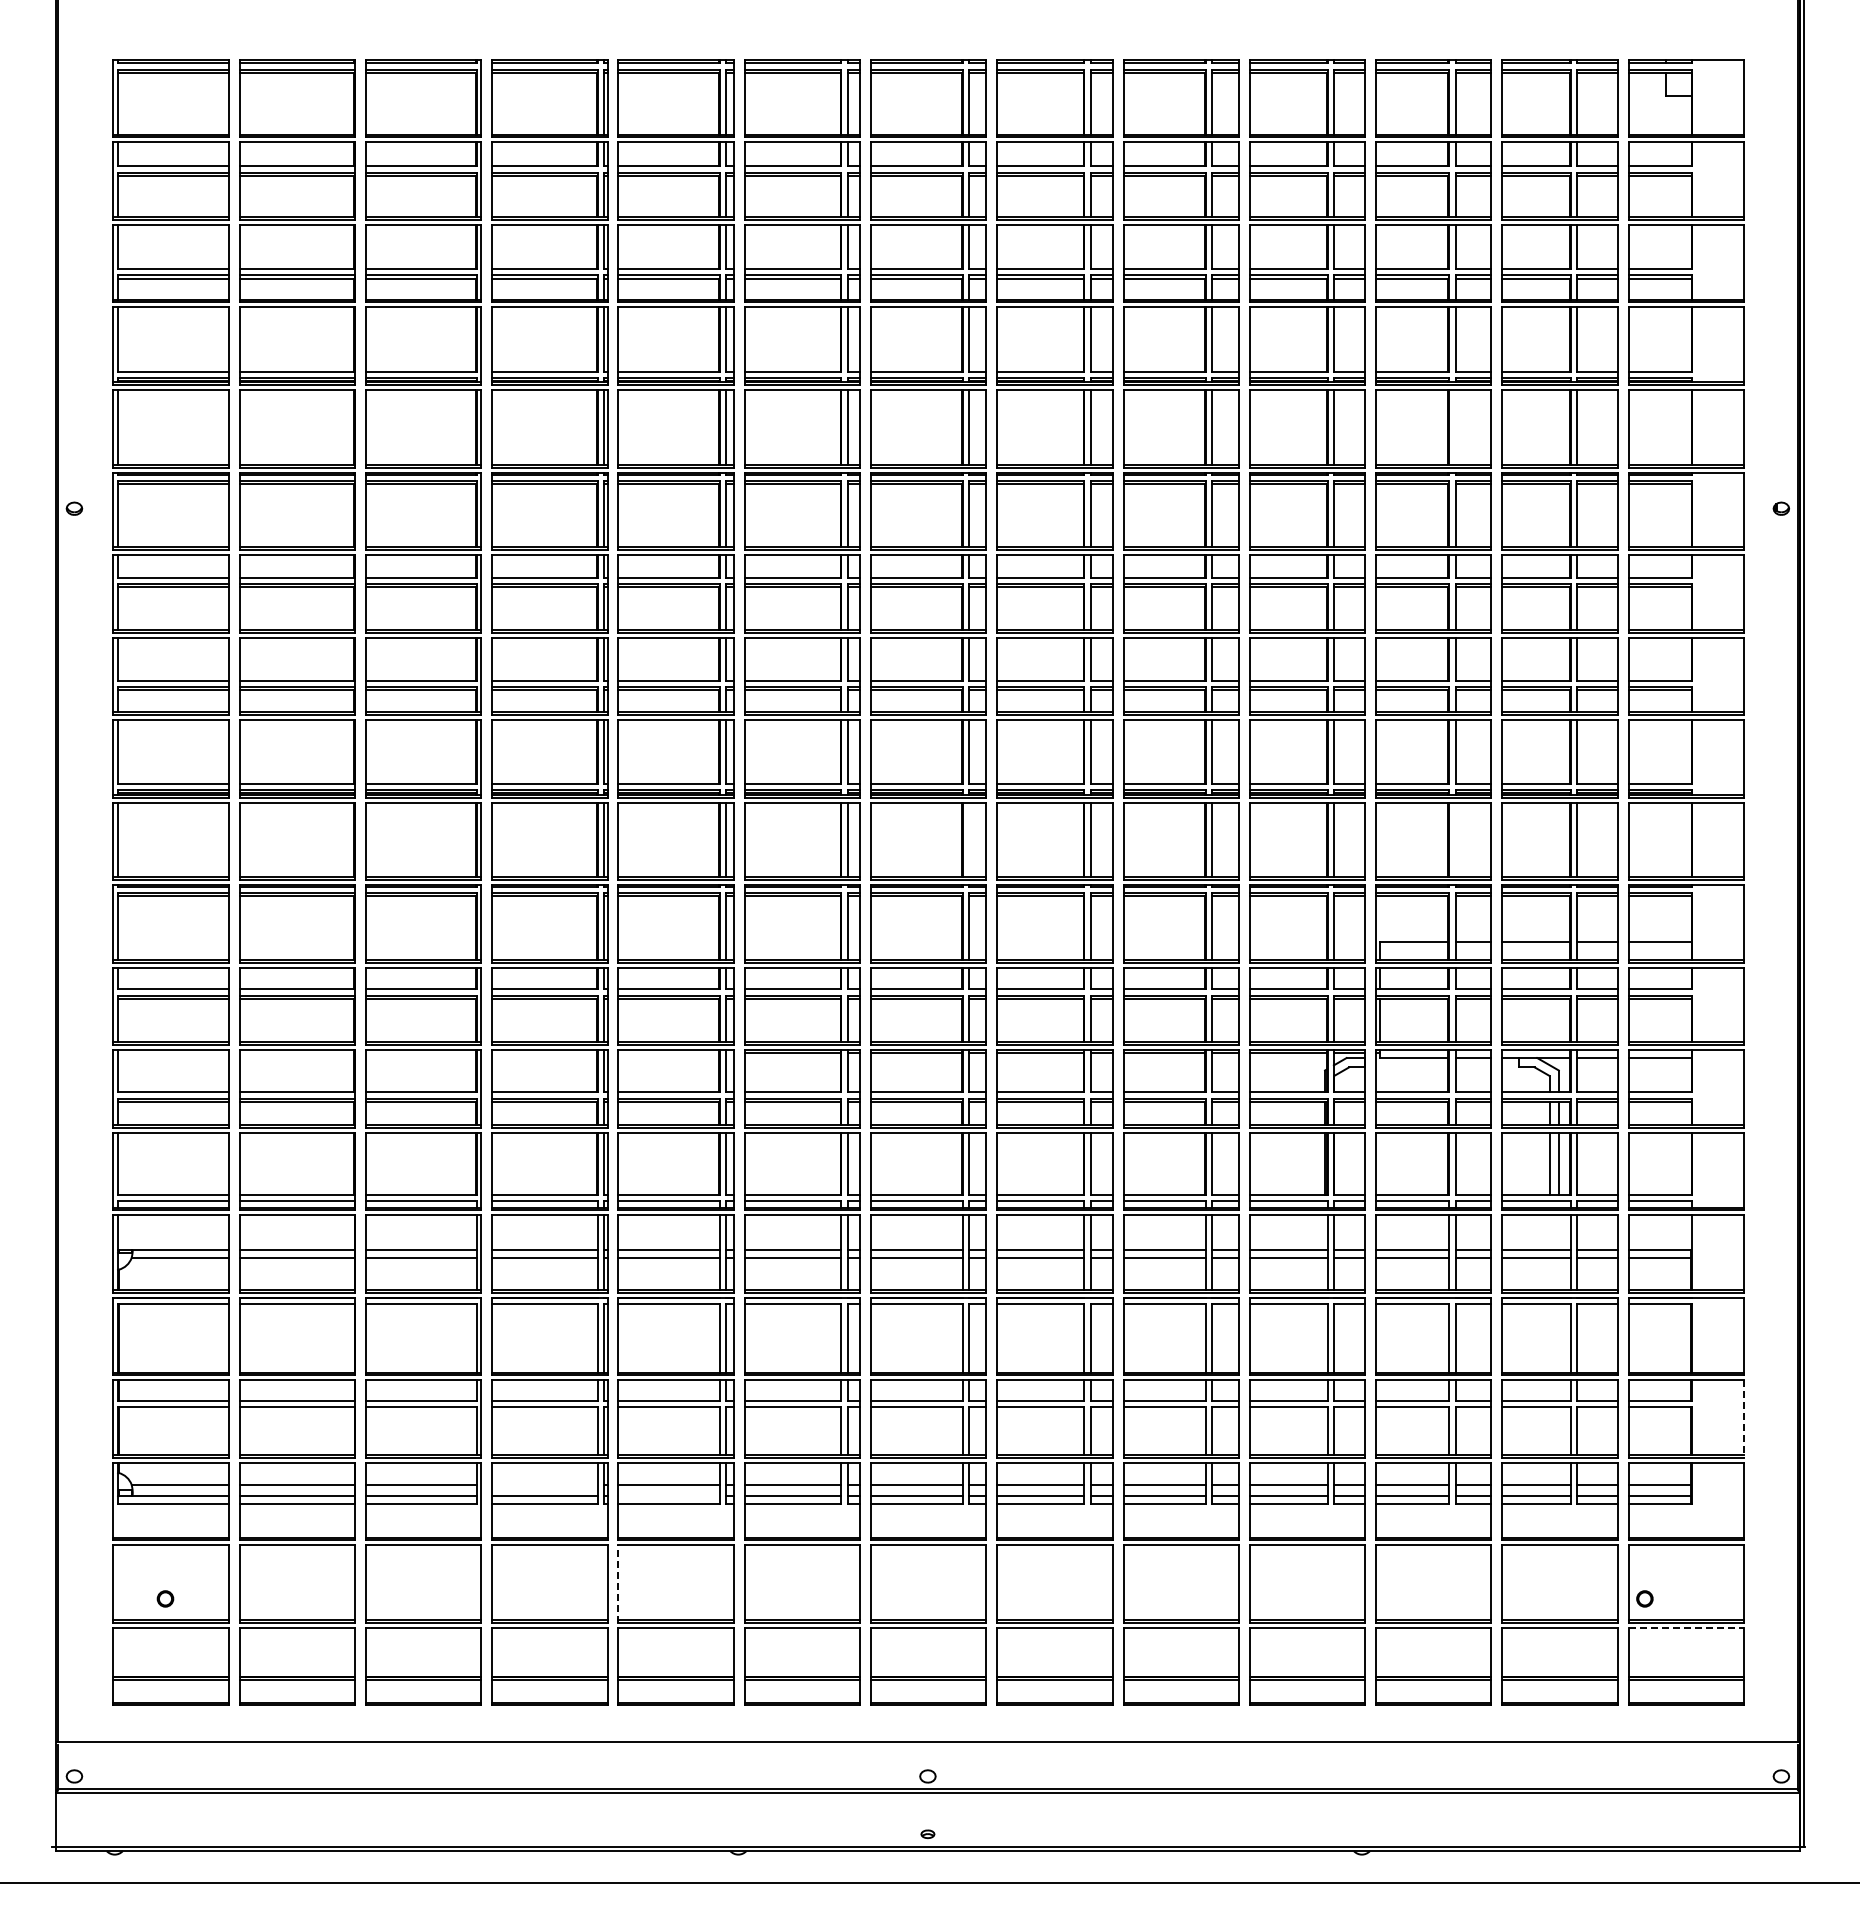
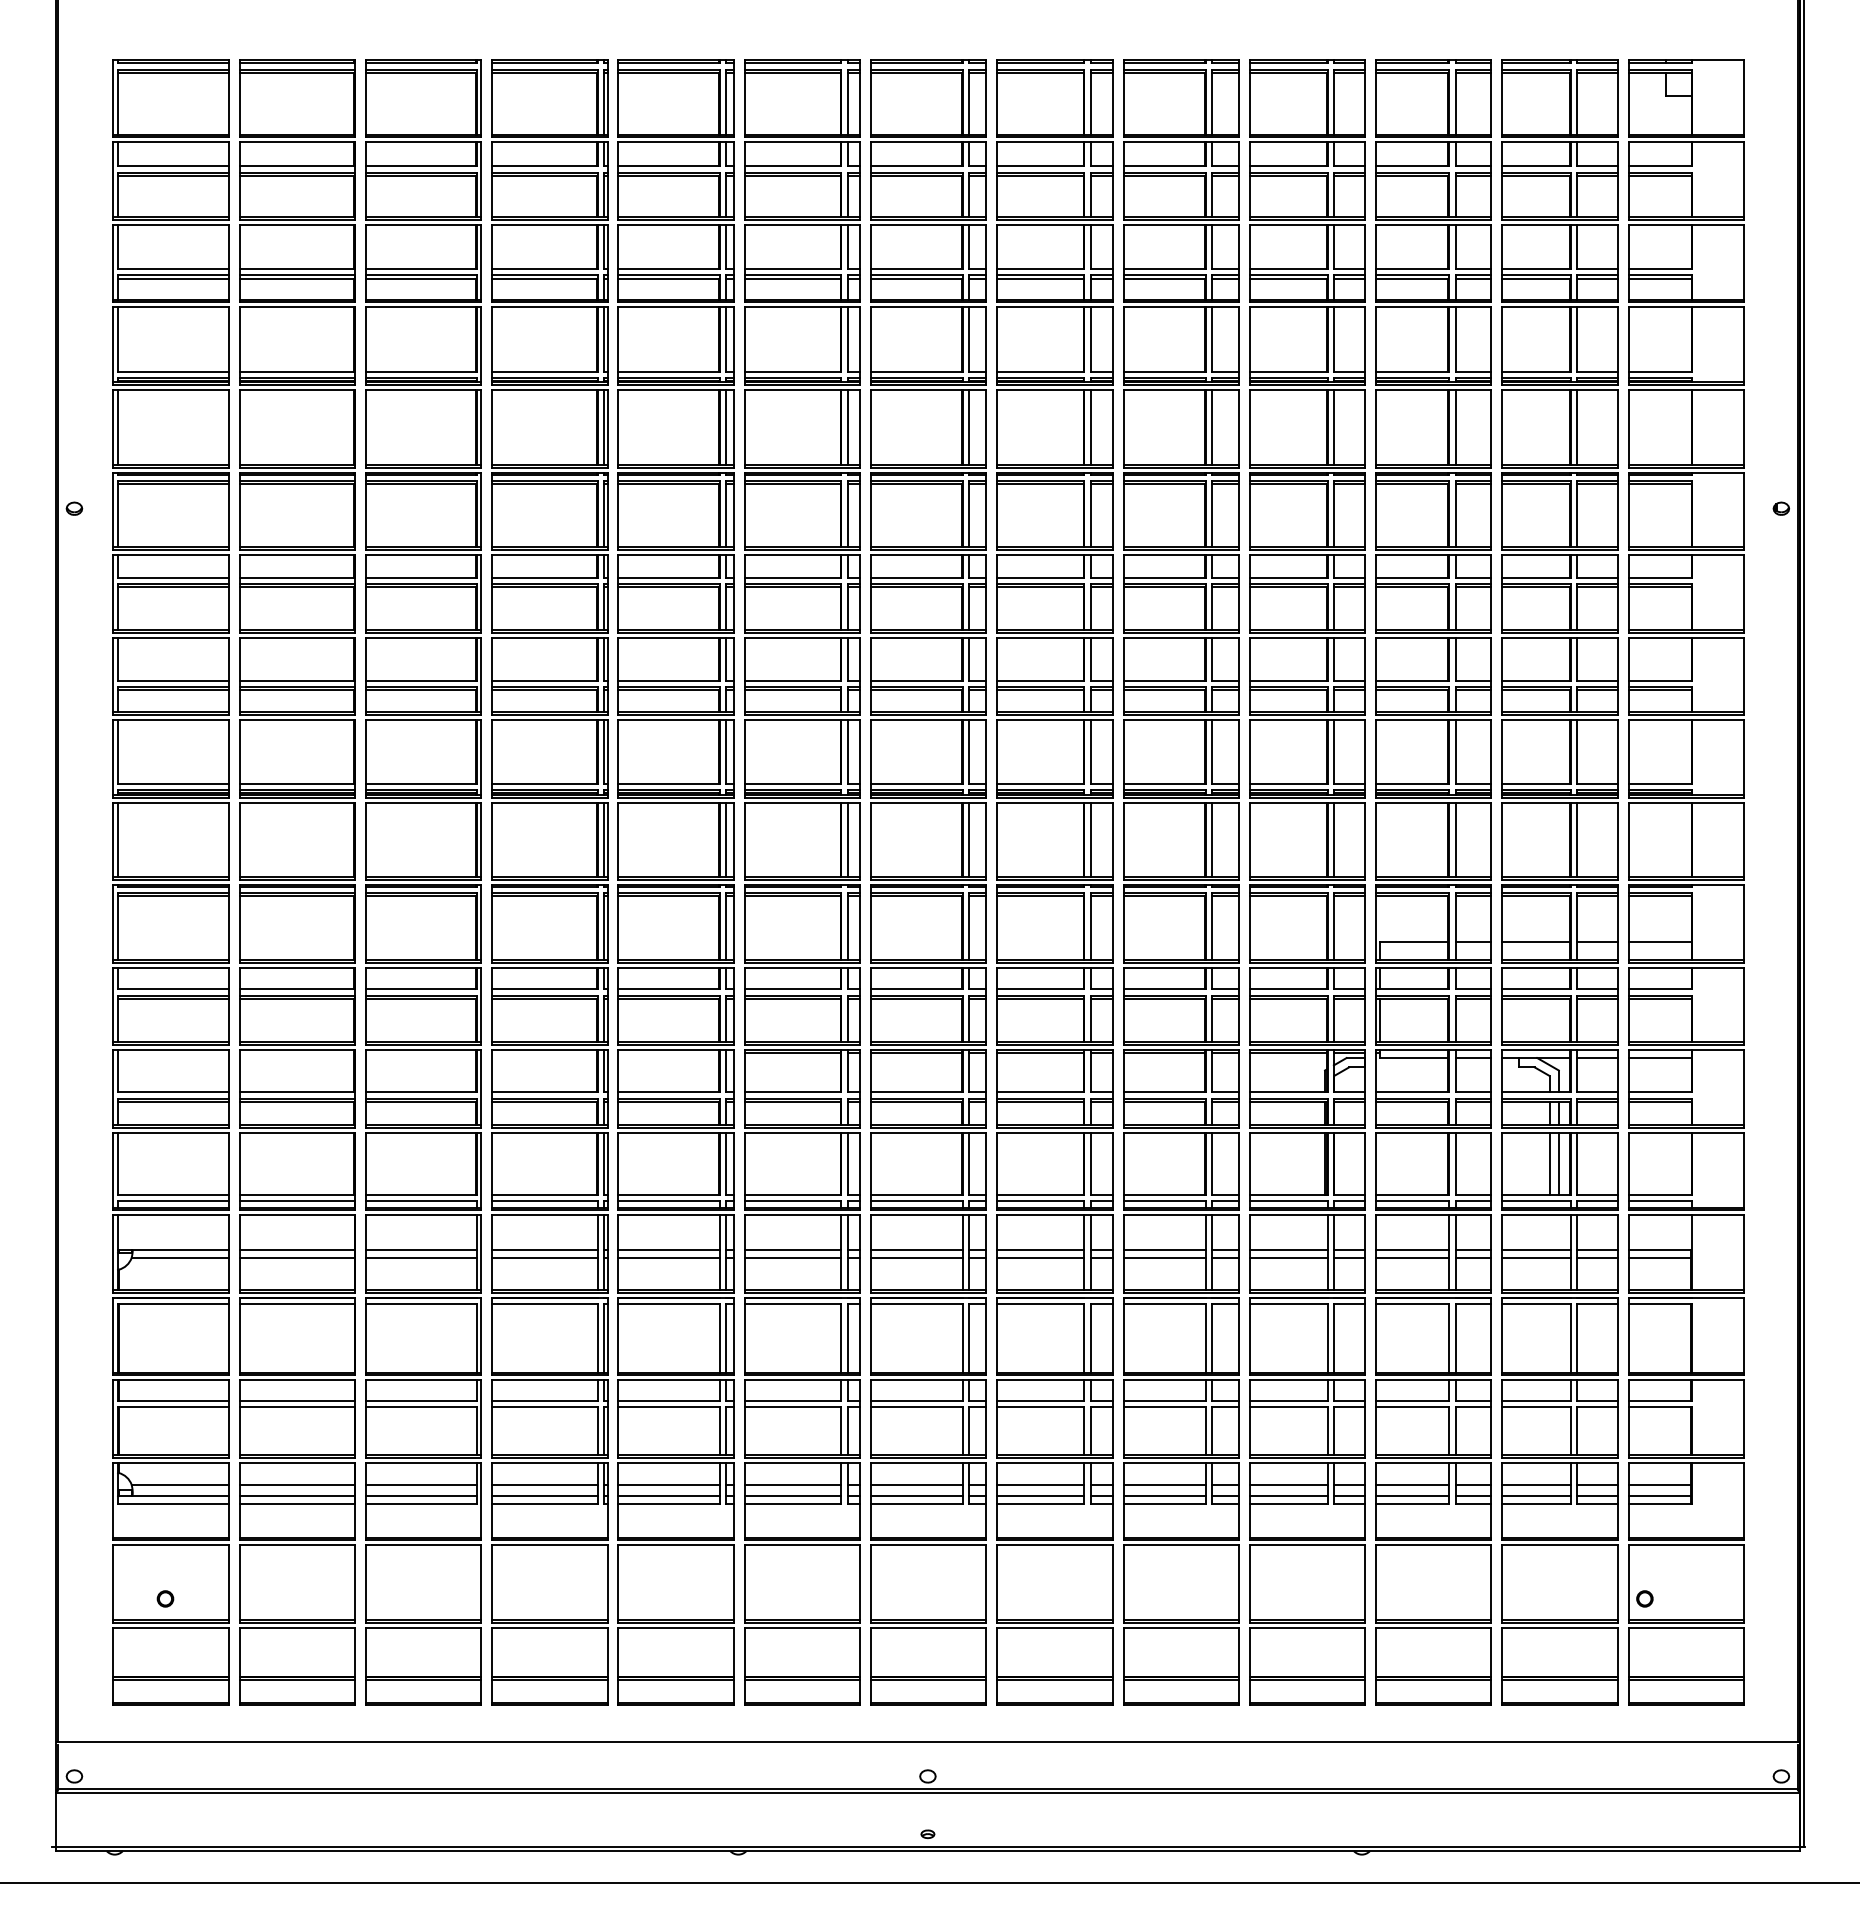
line at (1455, 426): none -> present
line at (969, 839): none -> present
line at (1455, 839): none -> present
line at (1744, 1419): dashed -> solid
line at (545, 1484): none -> present
line at (668, 1496): none -> present
line at (618, 1584): dashed -> solid
line at (1686, 1627): dashed -> solid
